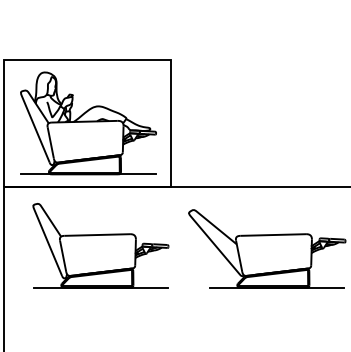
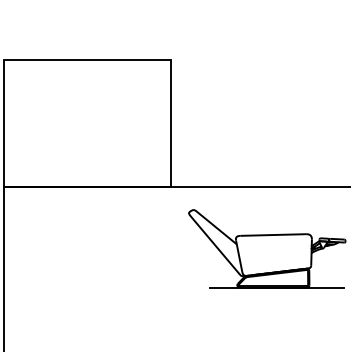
part at (88, 123): present -> none
part at (100, 245): present -> none
